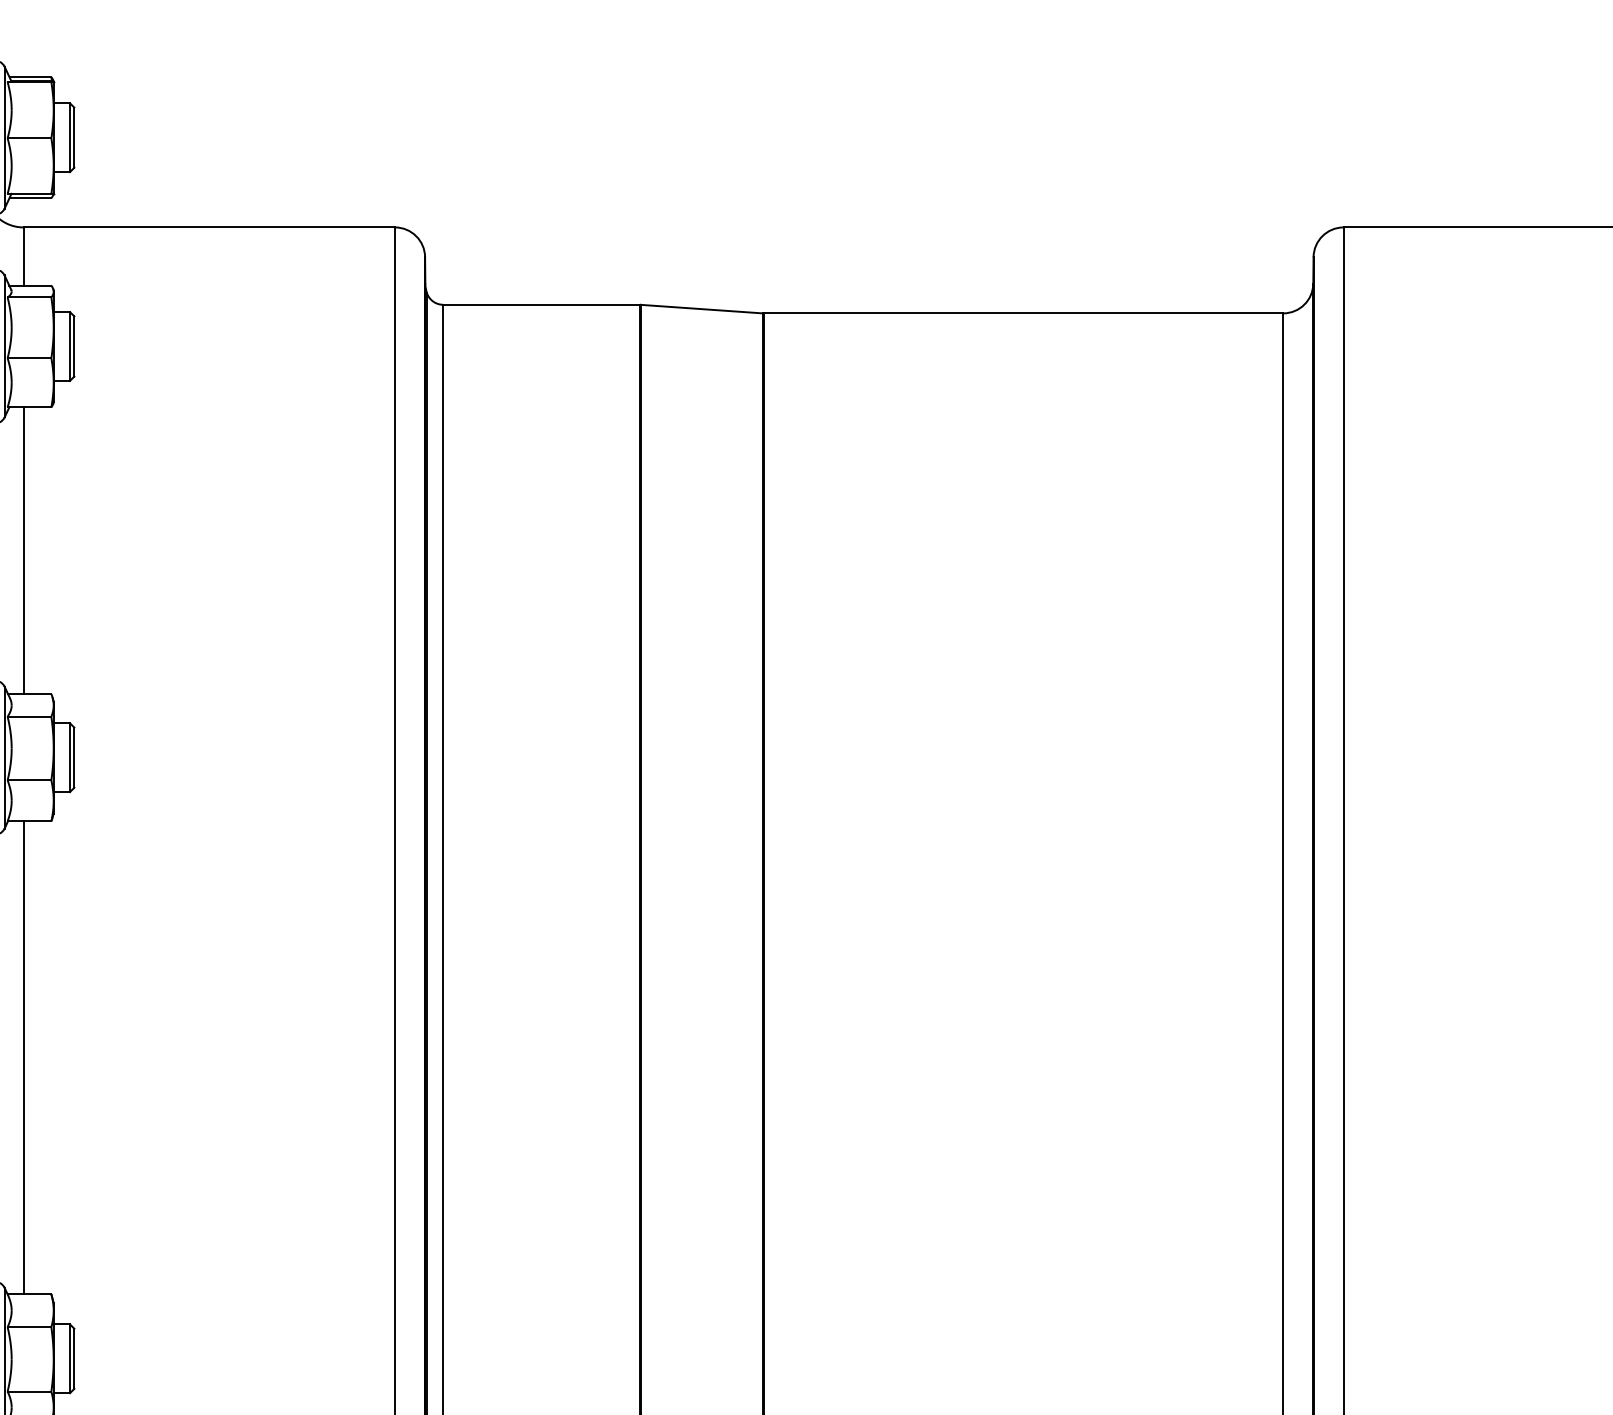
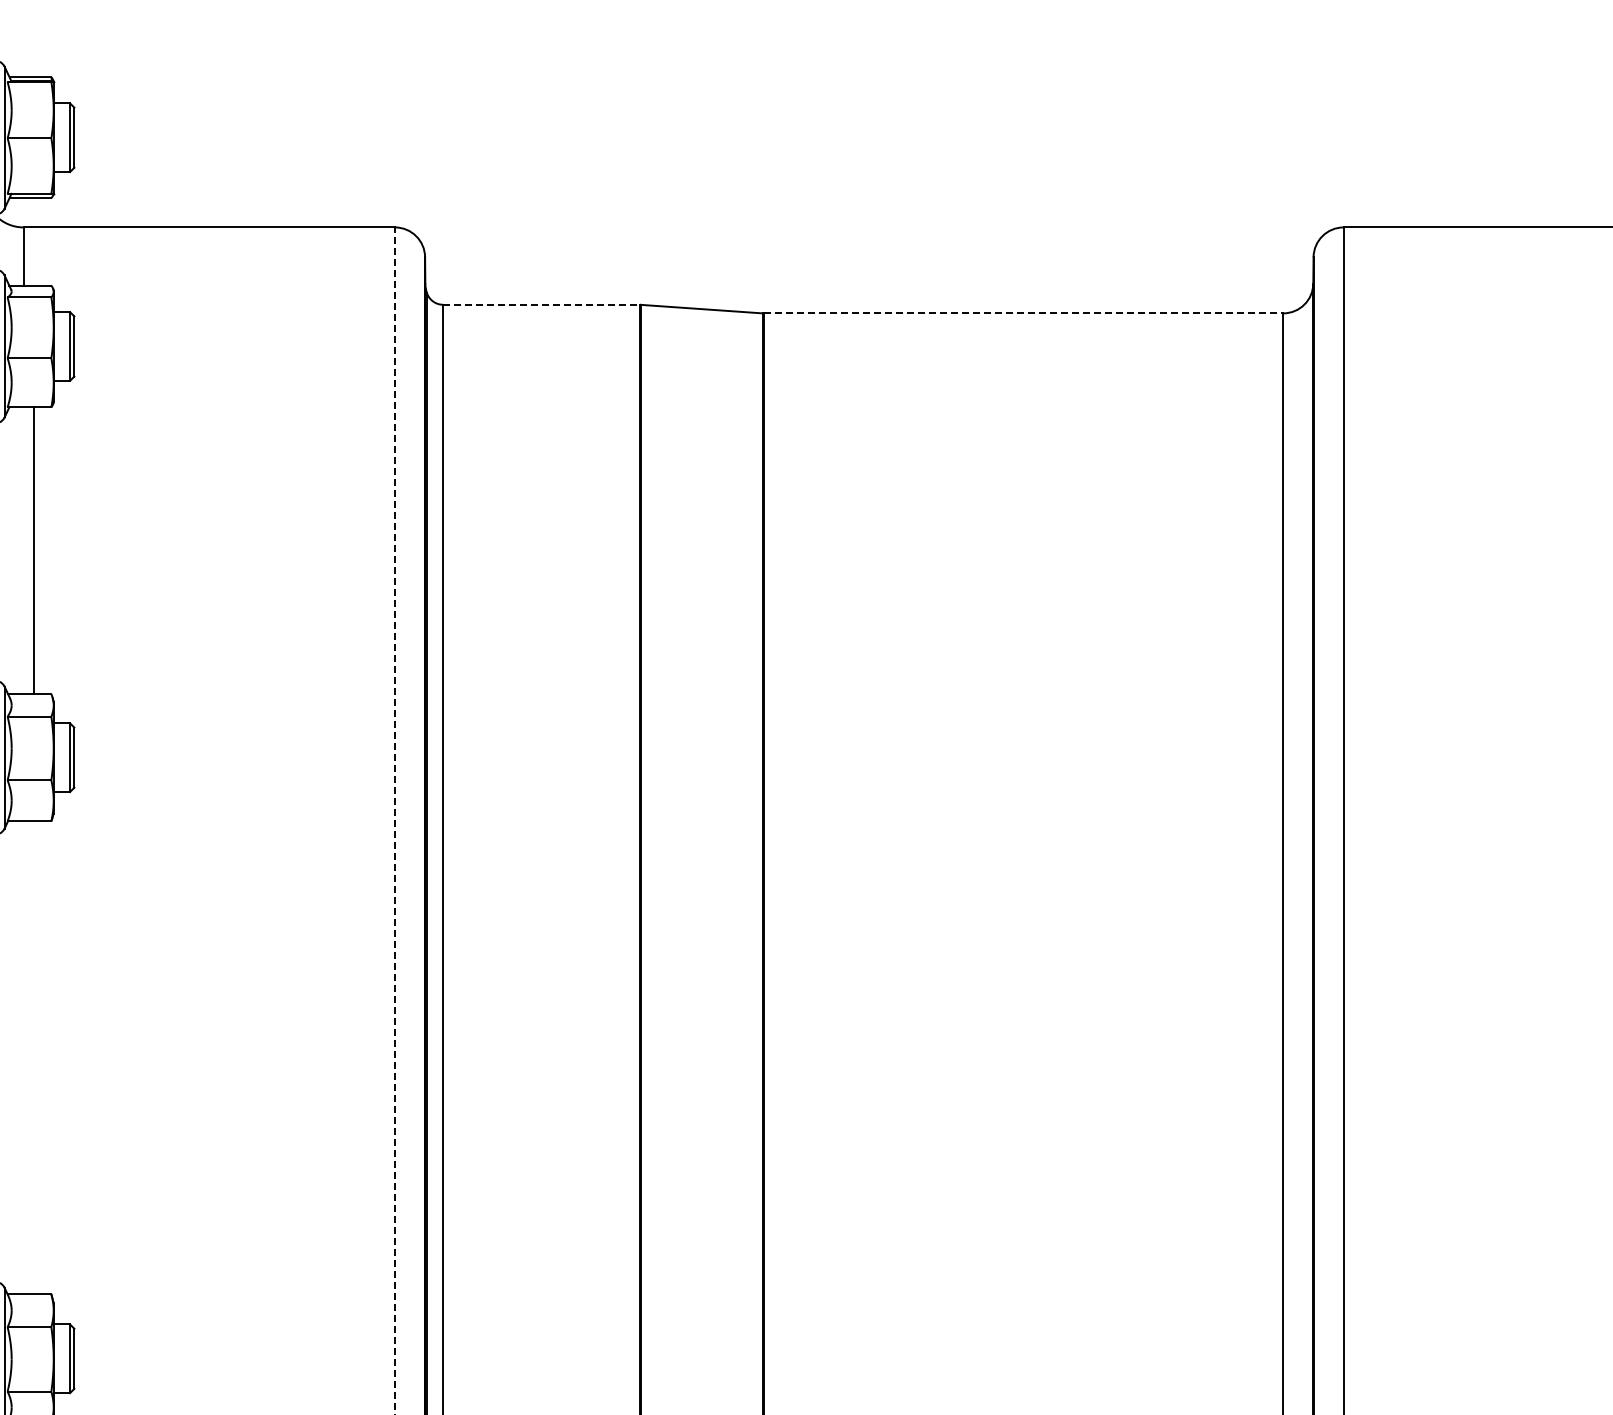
line at (542, 304): solid -> dashed
line at (1023, 313): solid -> dashed
line at (23, 550) position: (23, 550) -> (33, 550)
line at (395, 820): solid -> dashed
line at (23, 1057): present -> none
